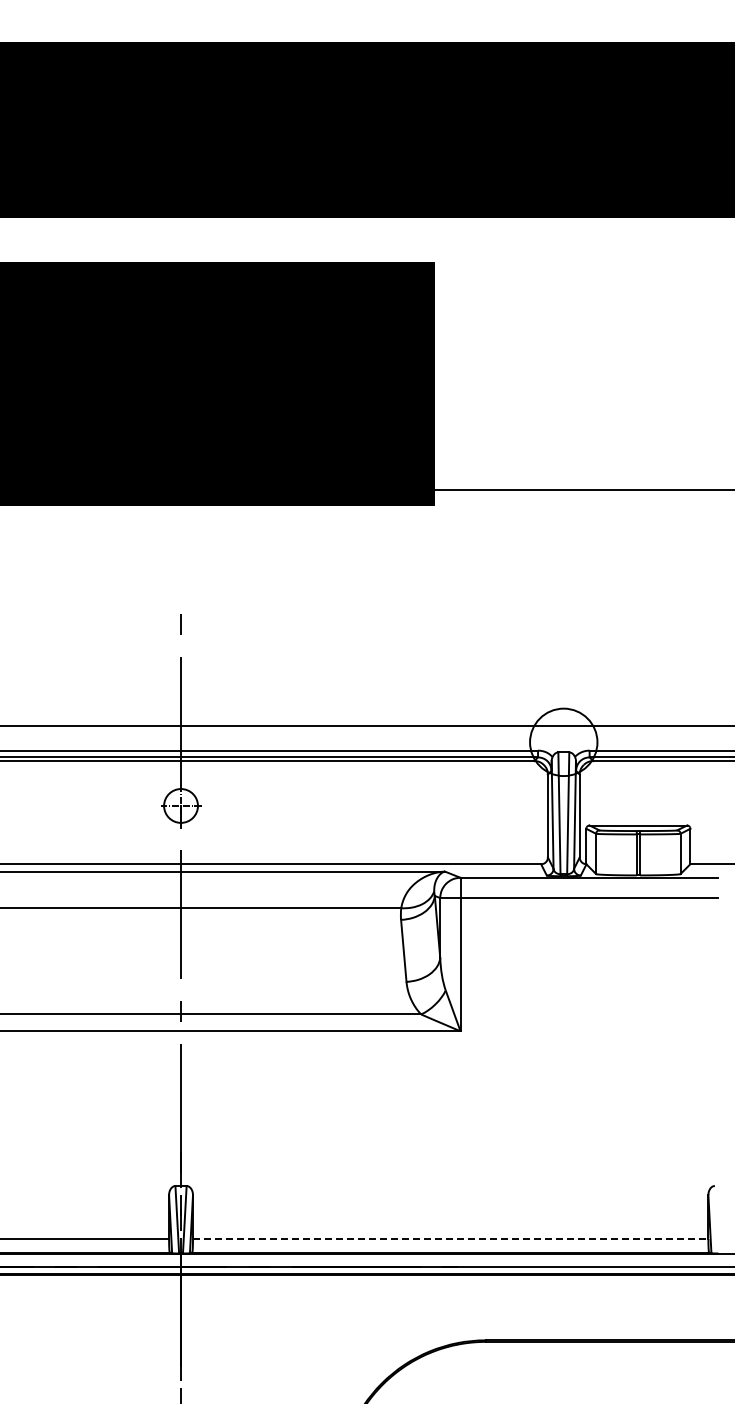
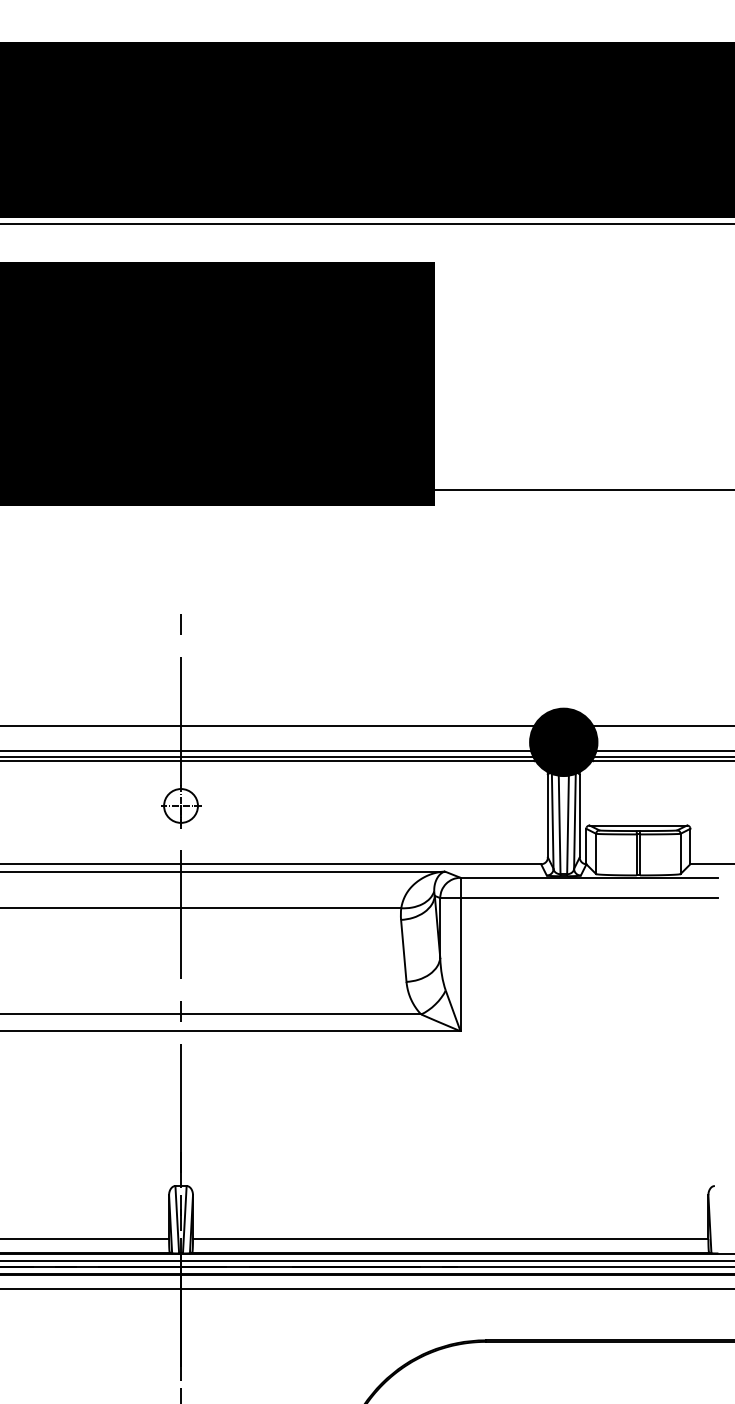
line at (366, 223): none -> present
fill at (563, 742): none -> present
line at (450, 1239): dashed -> solid
line at (366, 1260): none -> present
line at (366, 1288): none -> present
